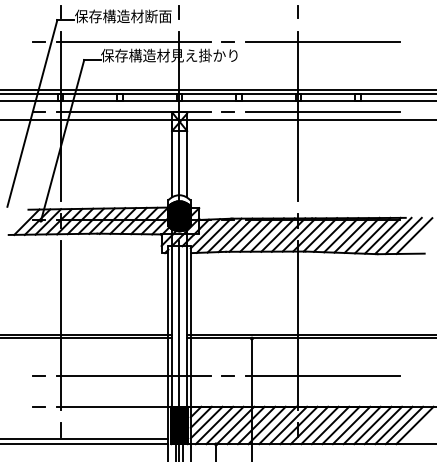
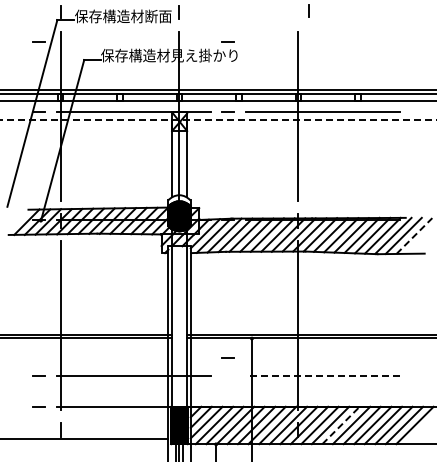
line at (297, 11) position: (297, 11) -> (308, 10)
line at (133, 41): present -> none
line at (322, 41): present -> none
line at (218, 120): solid -> dashed
line at (414, 235): solid -> dashed
line at (179, 325): present -> none
line at (227, 375) position: (227, 375) -> (227, 357)
line at (323, 375): solid -> dashed
line at (341, 425): solid -> dashed
line at (85, 444): present -> none
